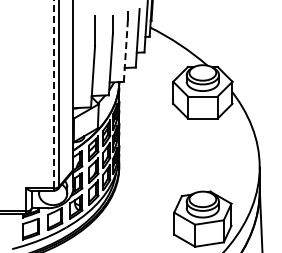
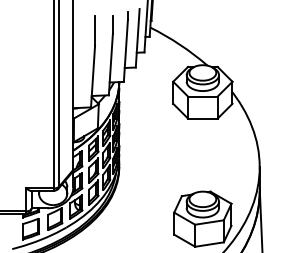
line at (125, 51): dashed -> solid
line at (54, 94): dashed -> solid
